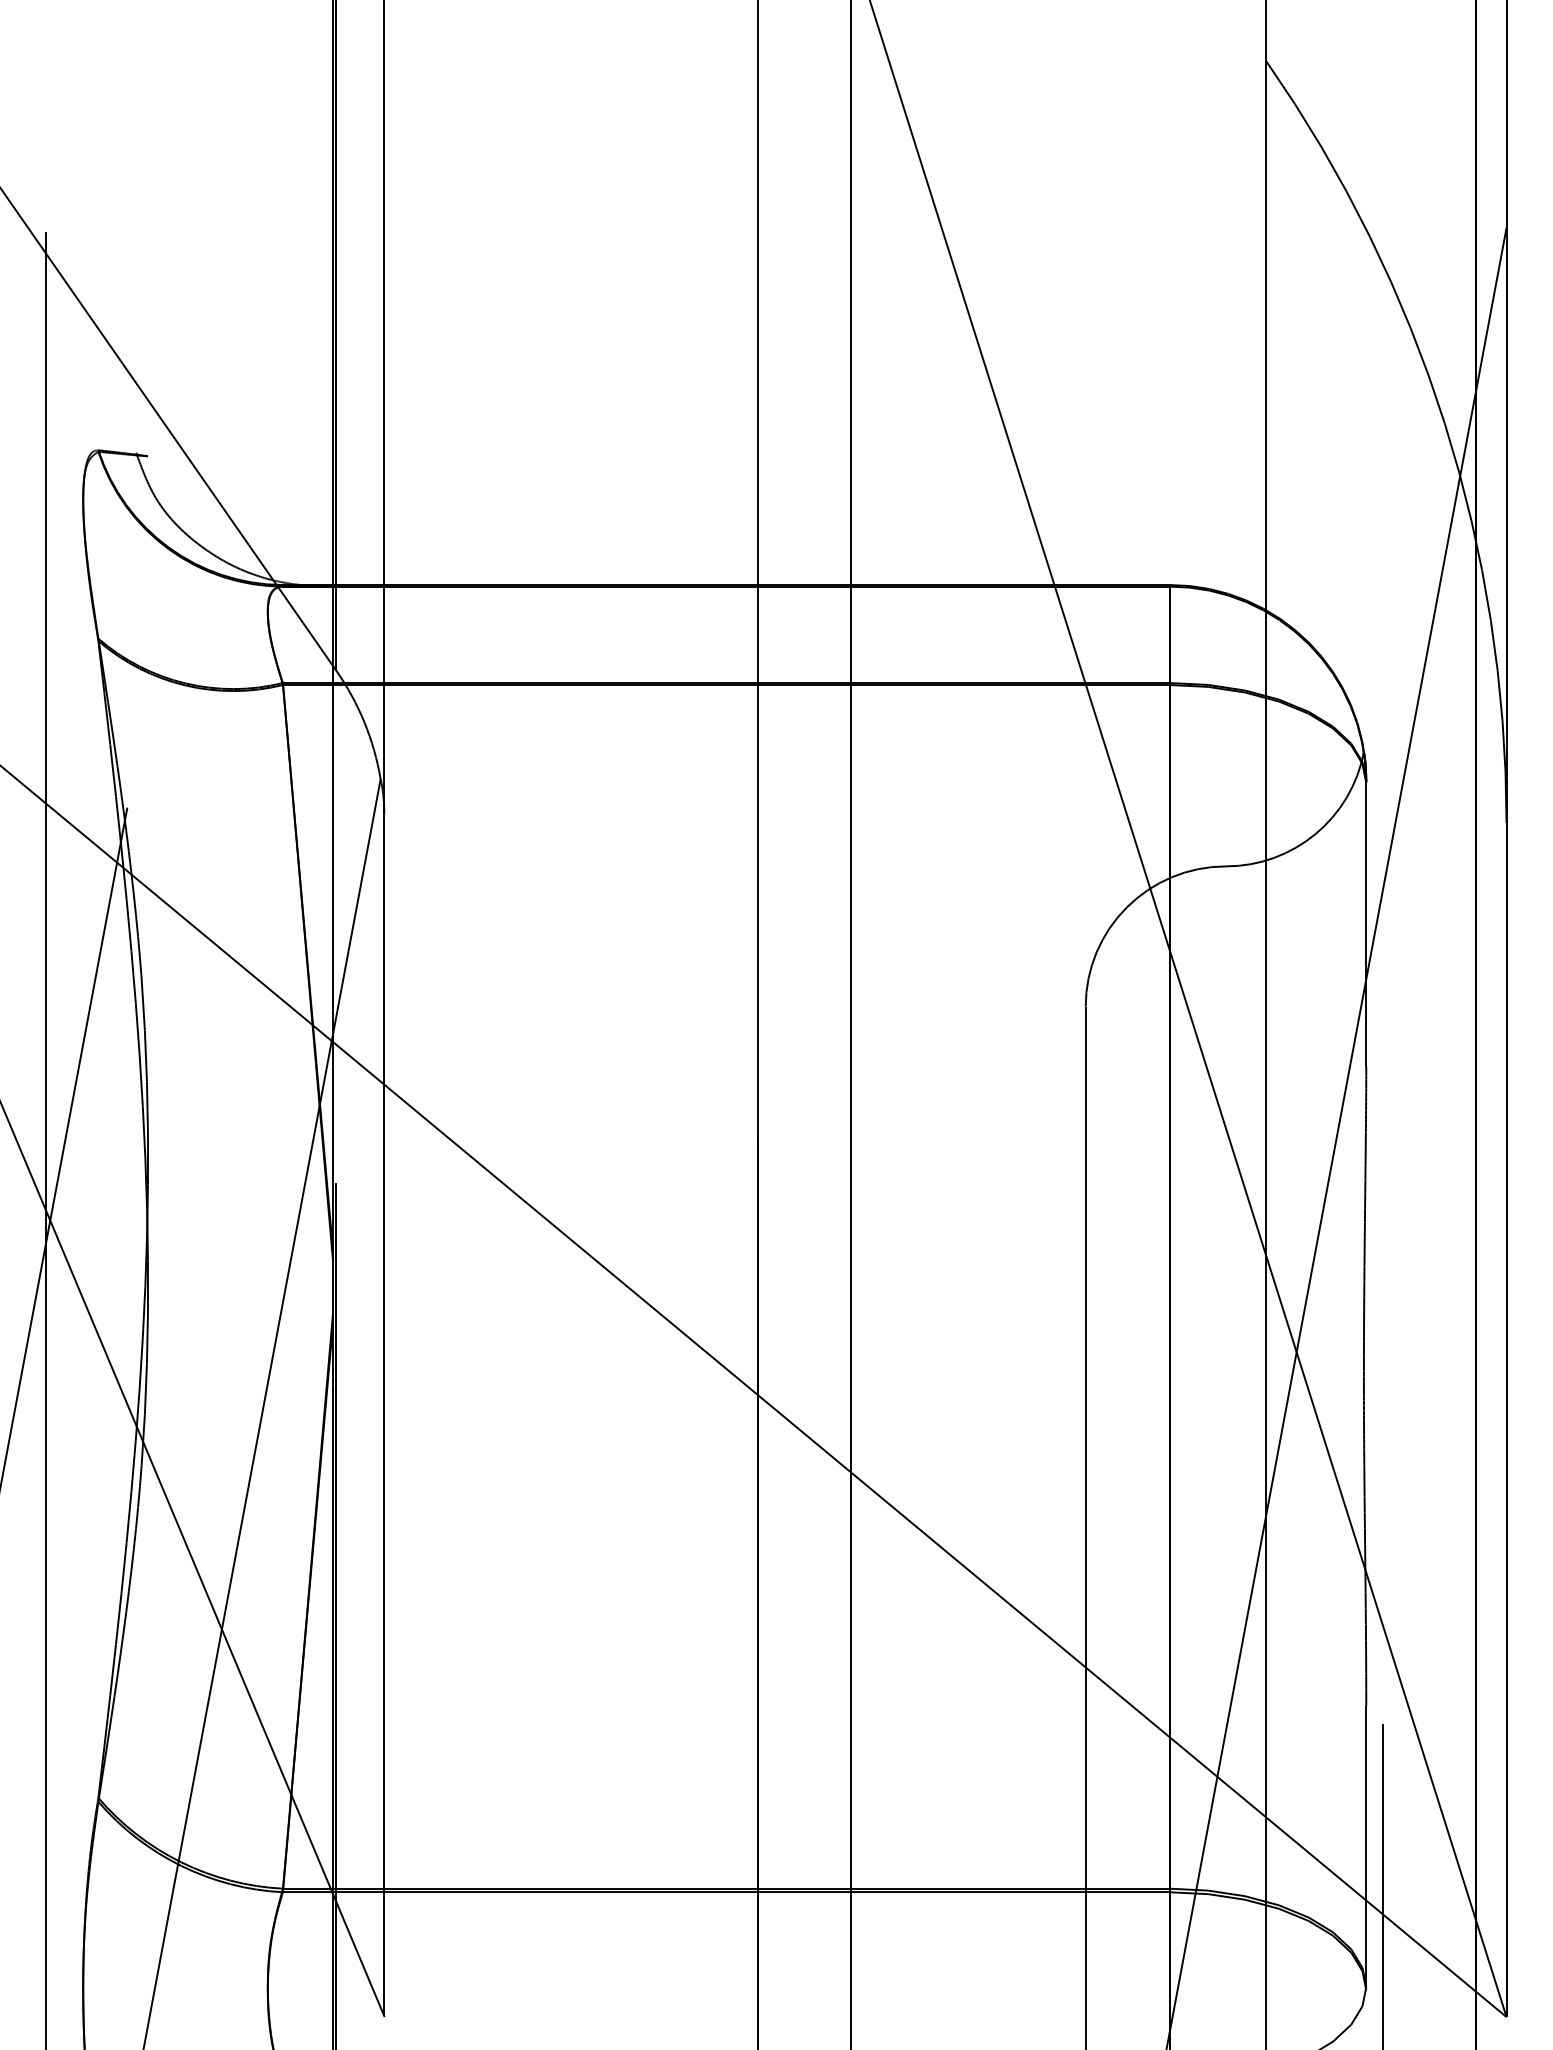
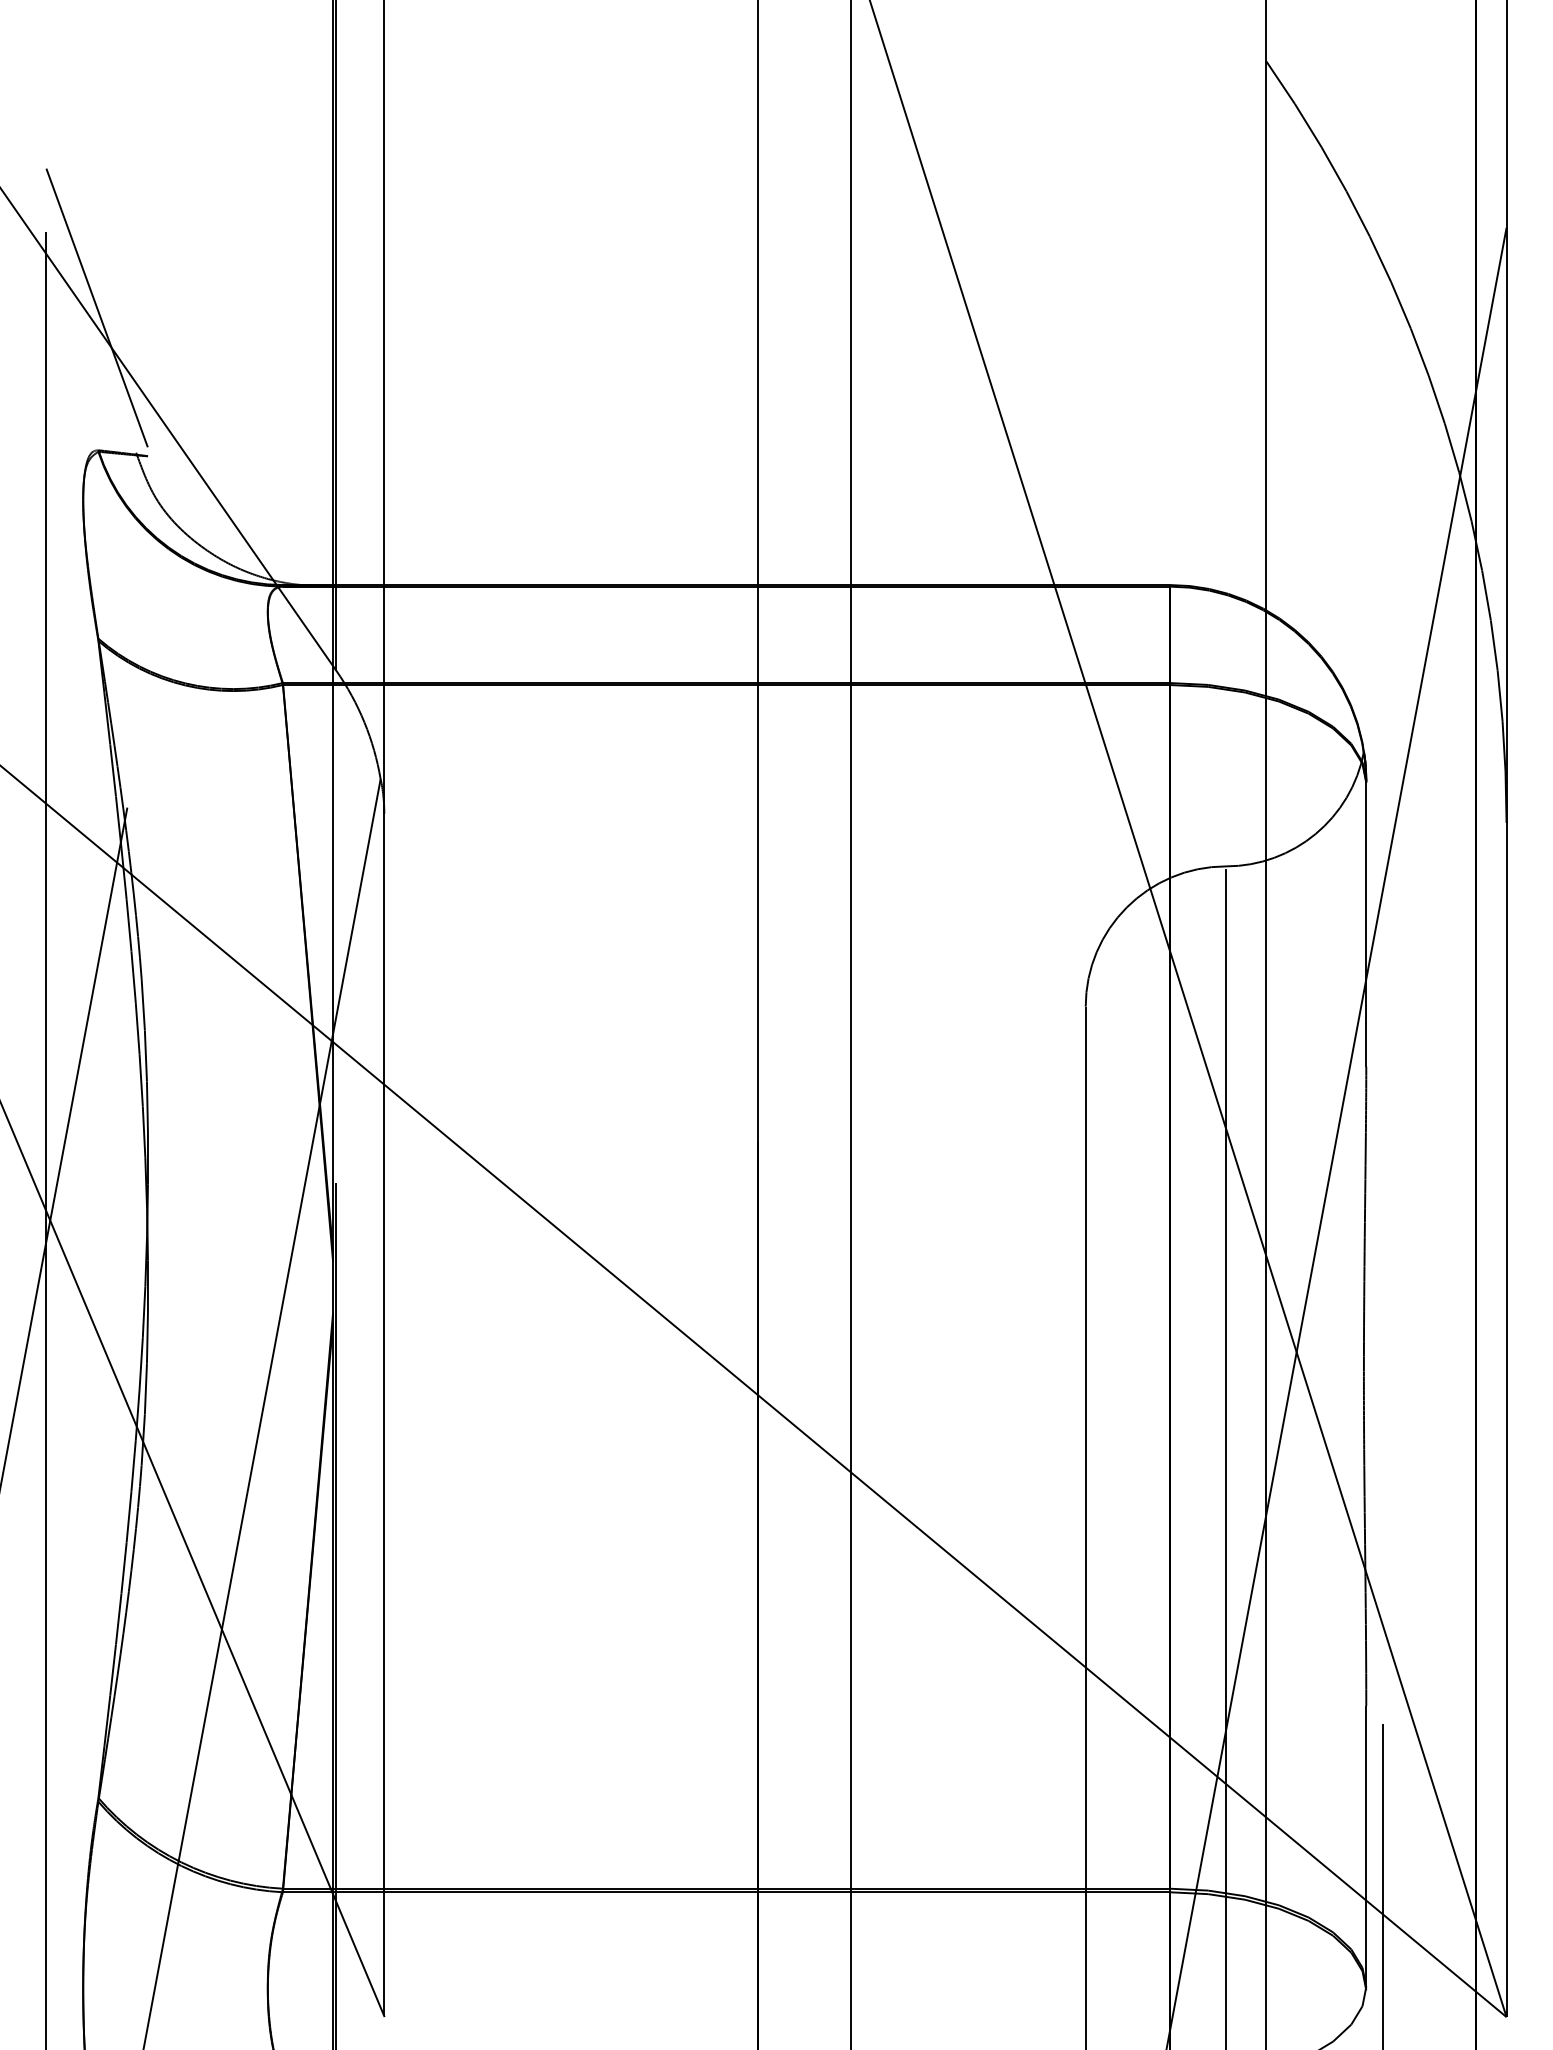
line at (96, 307): none -> present
line at (1226, 1457): none -> present
